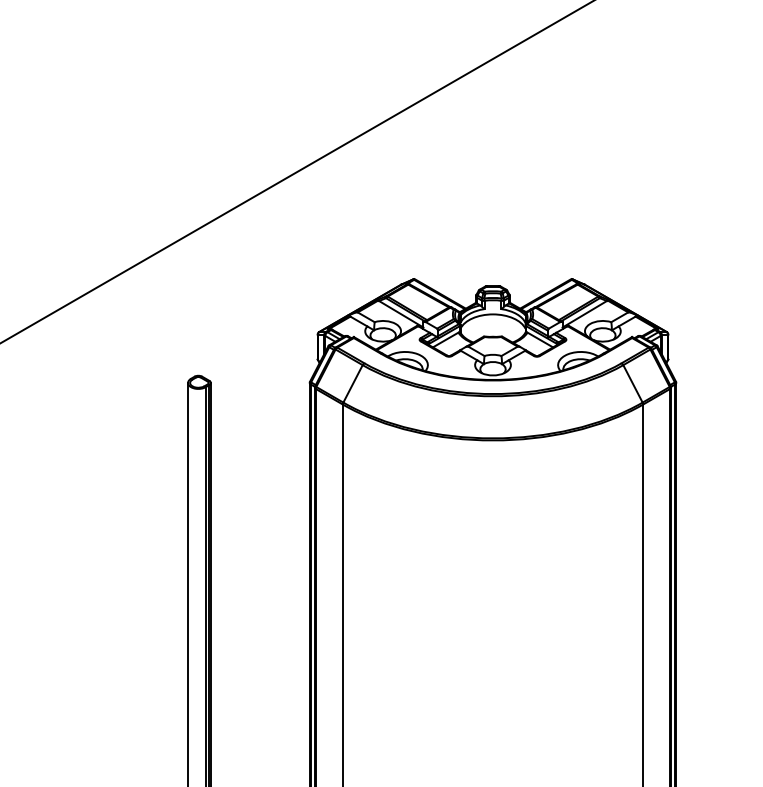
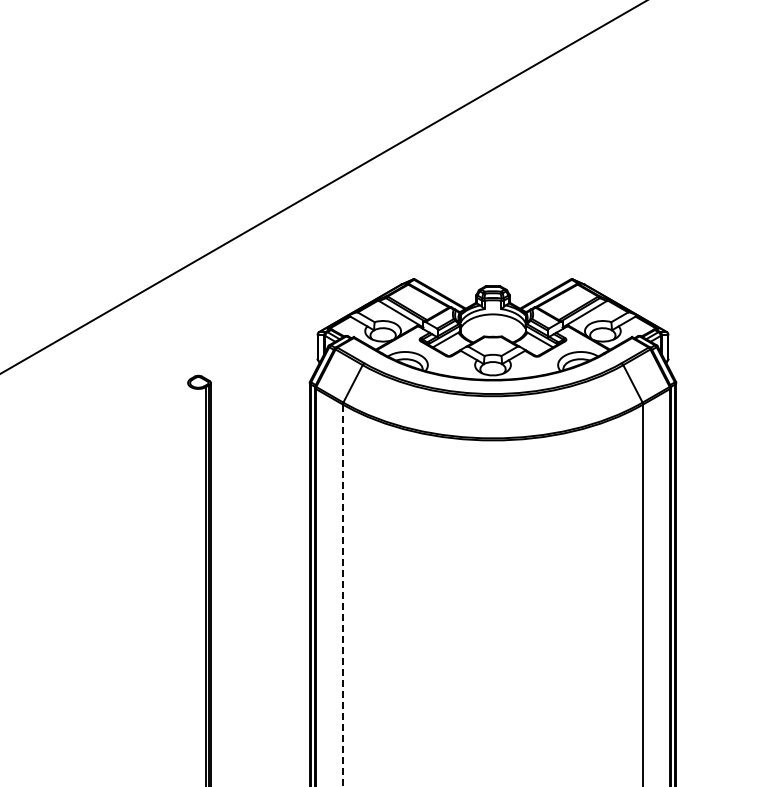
line at (296, 171) position: (296, 171) -> (323, 187)
line at (188, 582): present -> none
line at (342, 595): solid -> dashed
